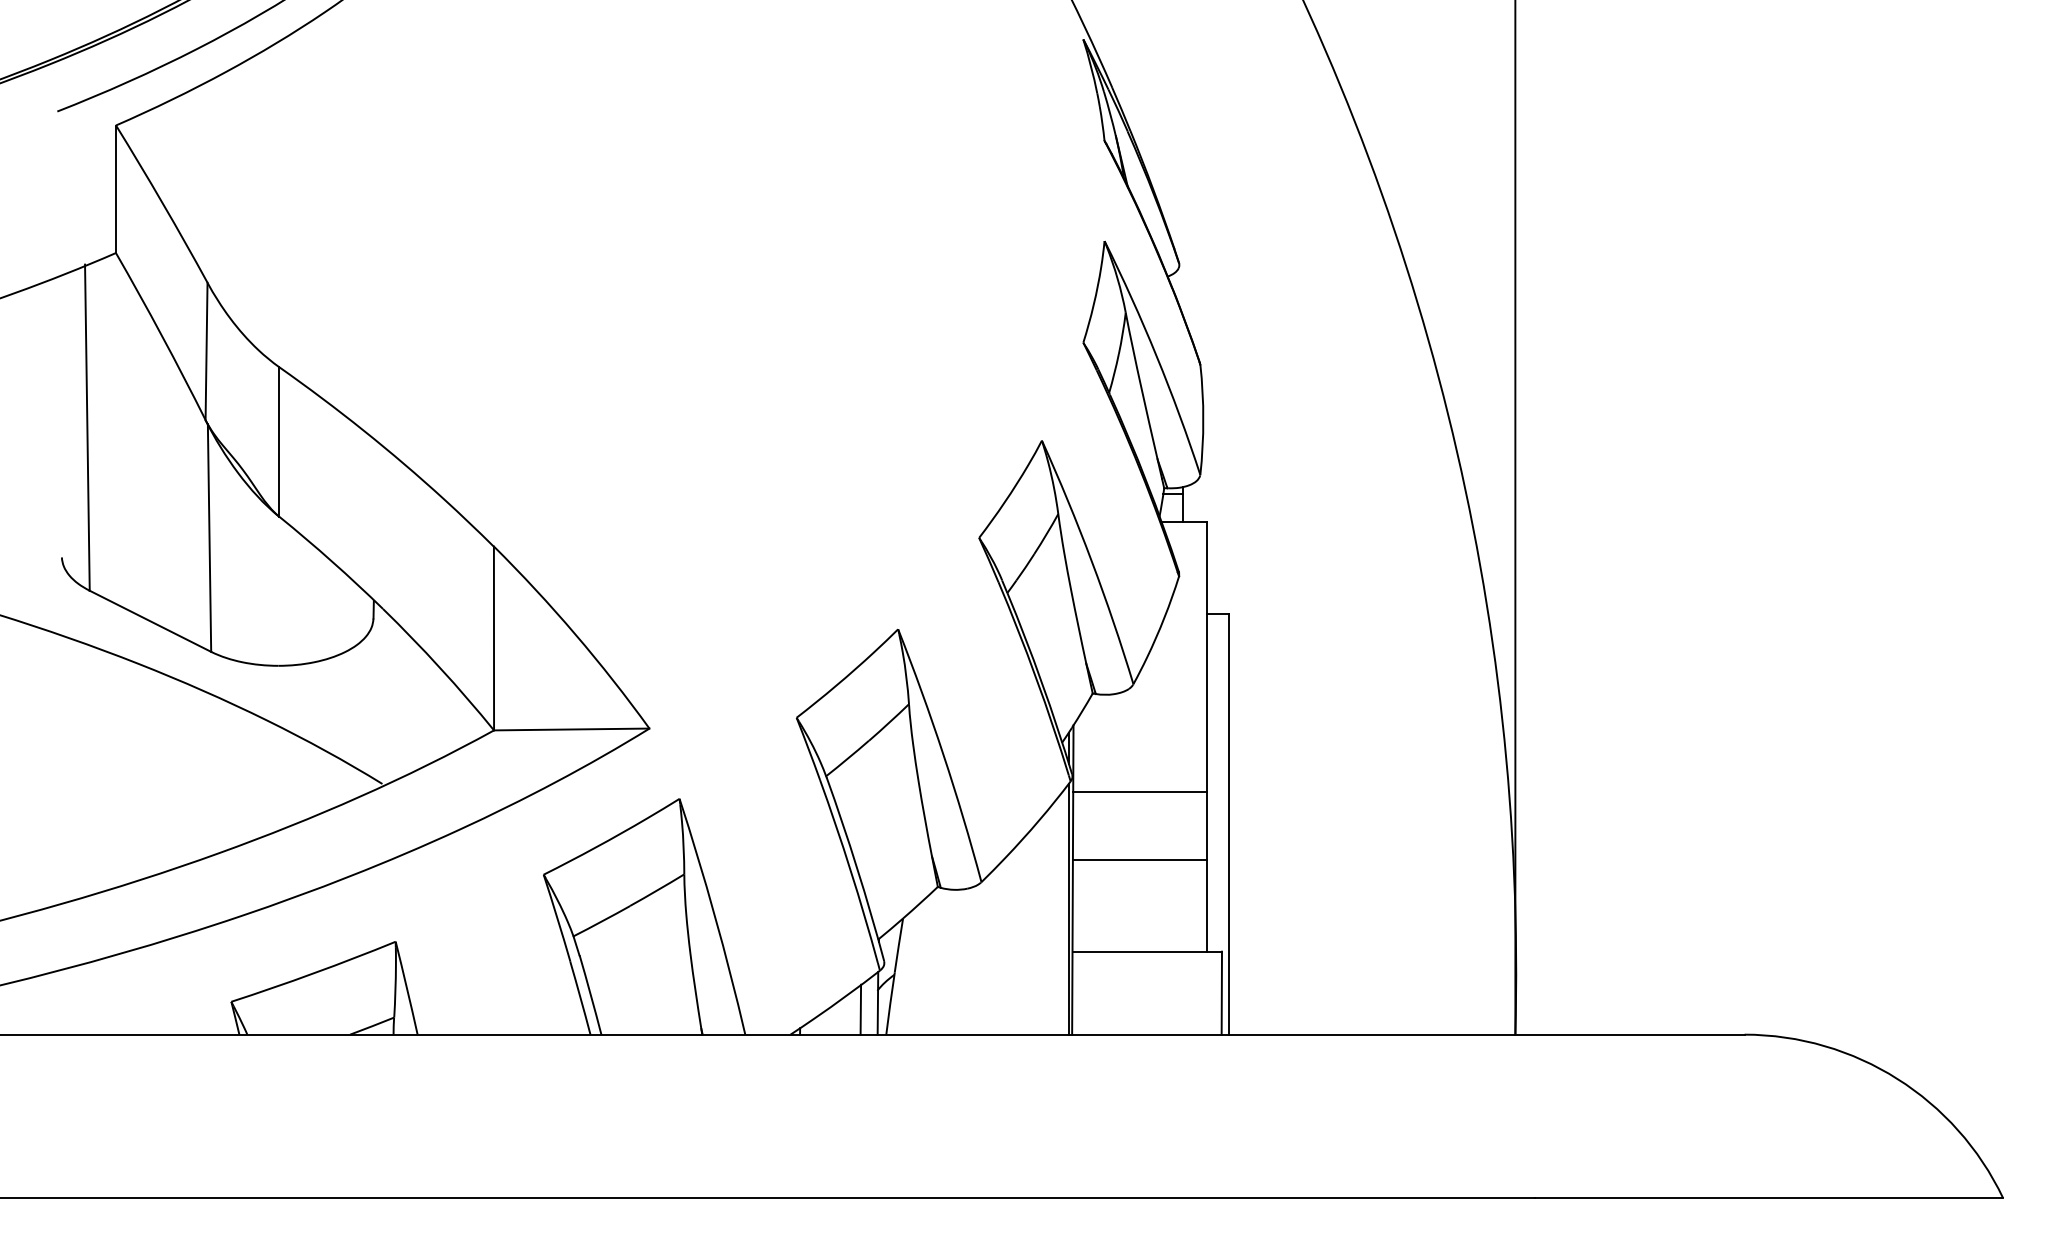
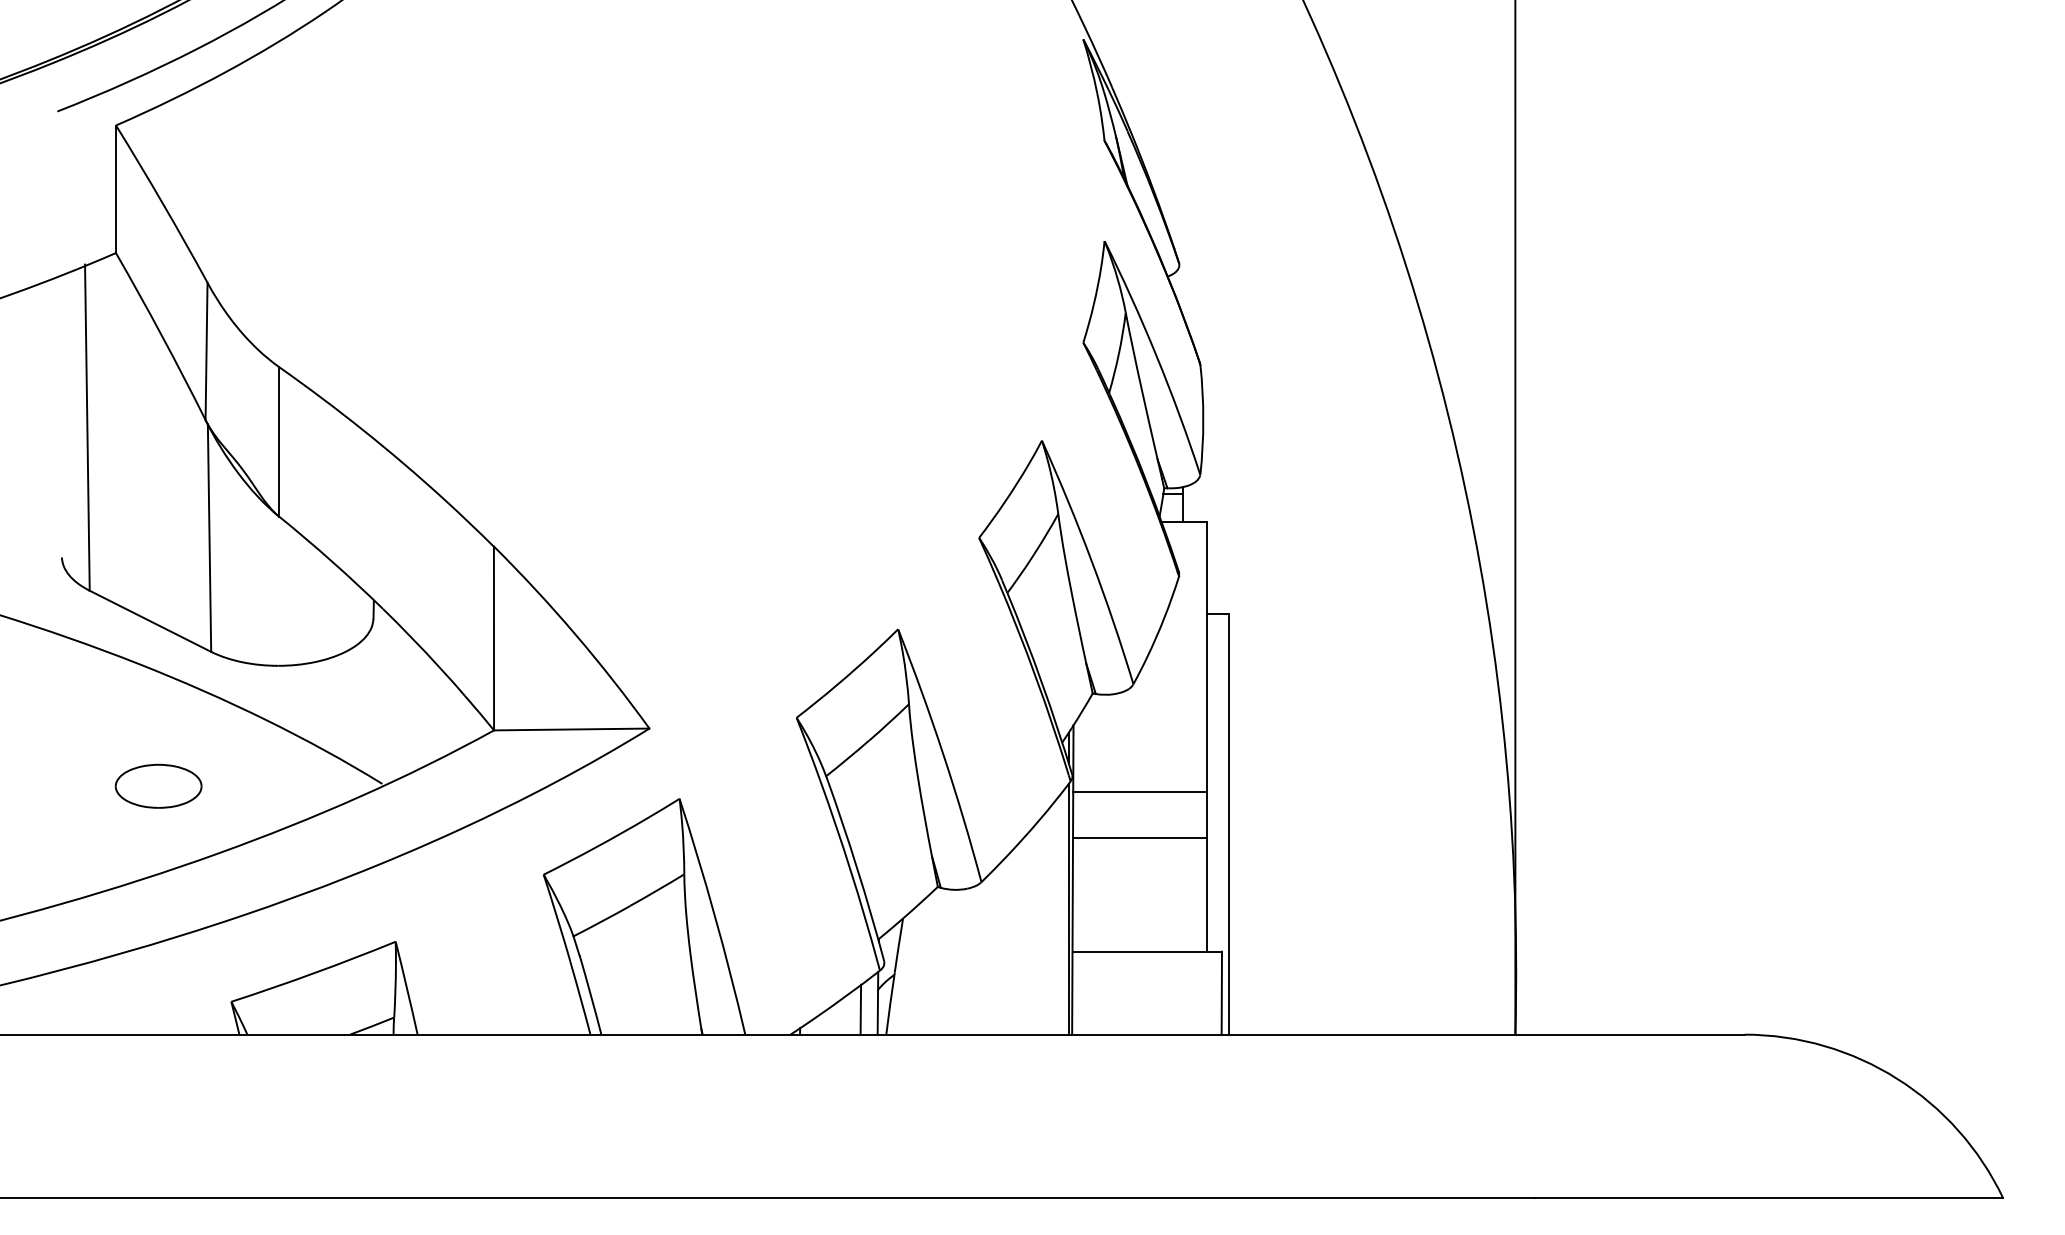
part at (158, 785): none -> present
line at (1139, 859) position: (1139, 859) -> (1139, 837)
